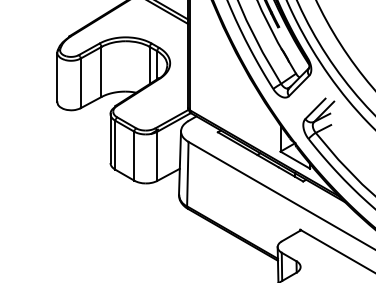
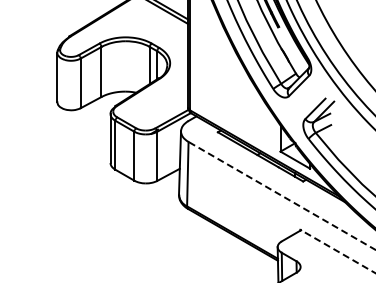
line at (282, 195): solid -> dashed
line at (337, 251): solid -> dashed
